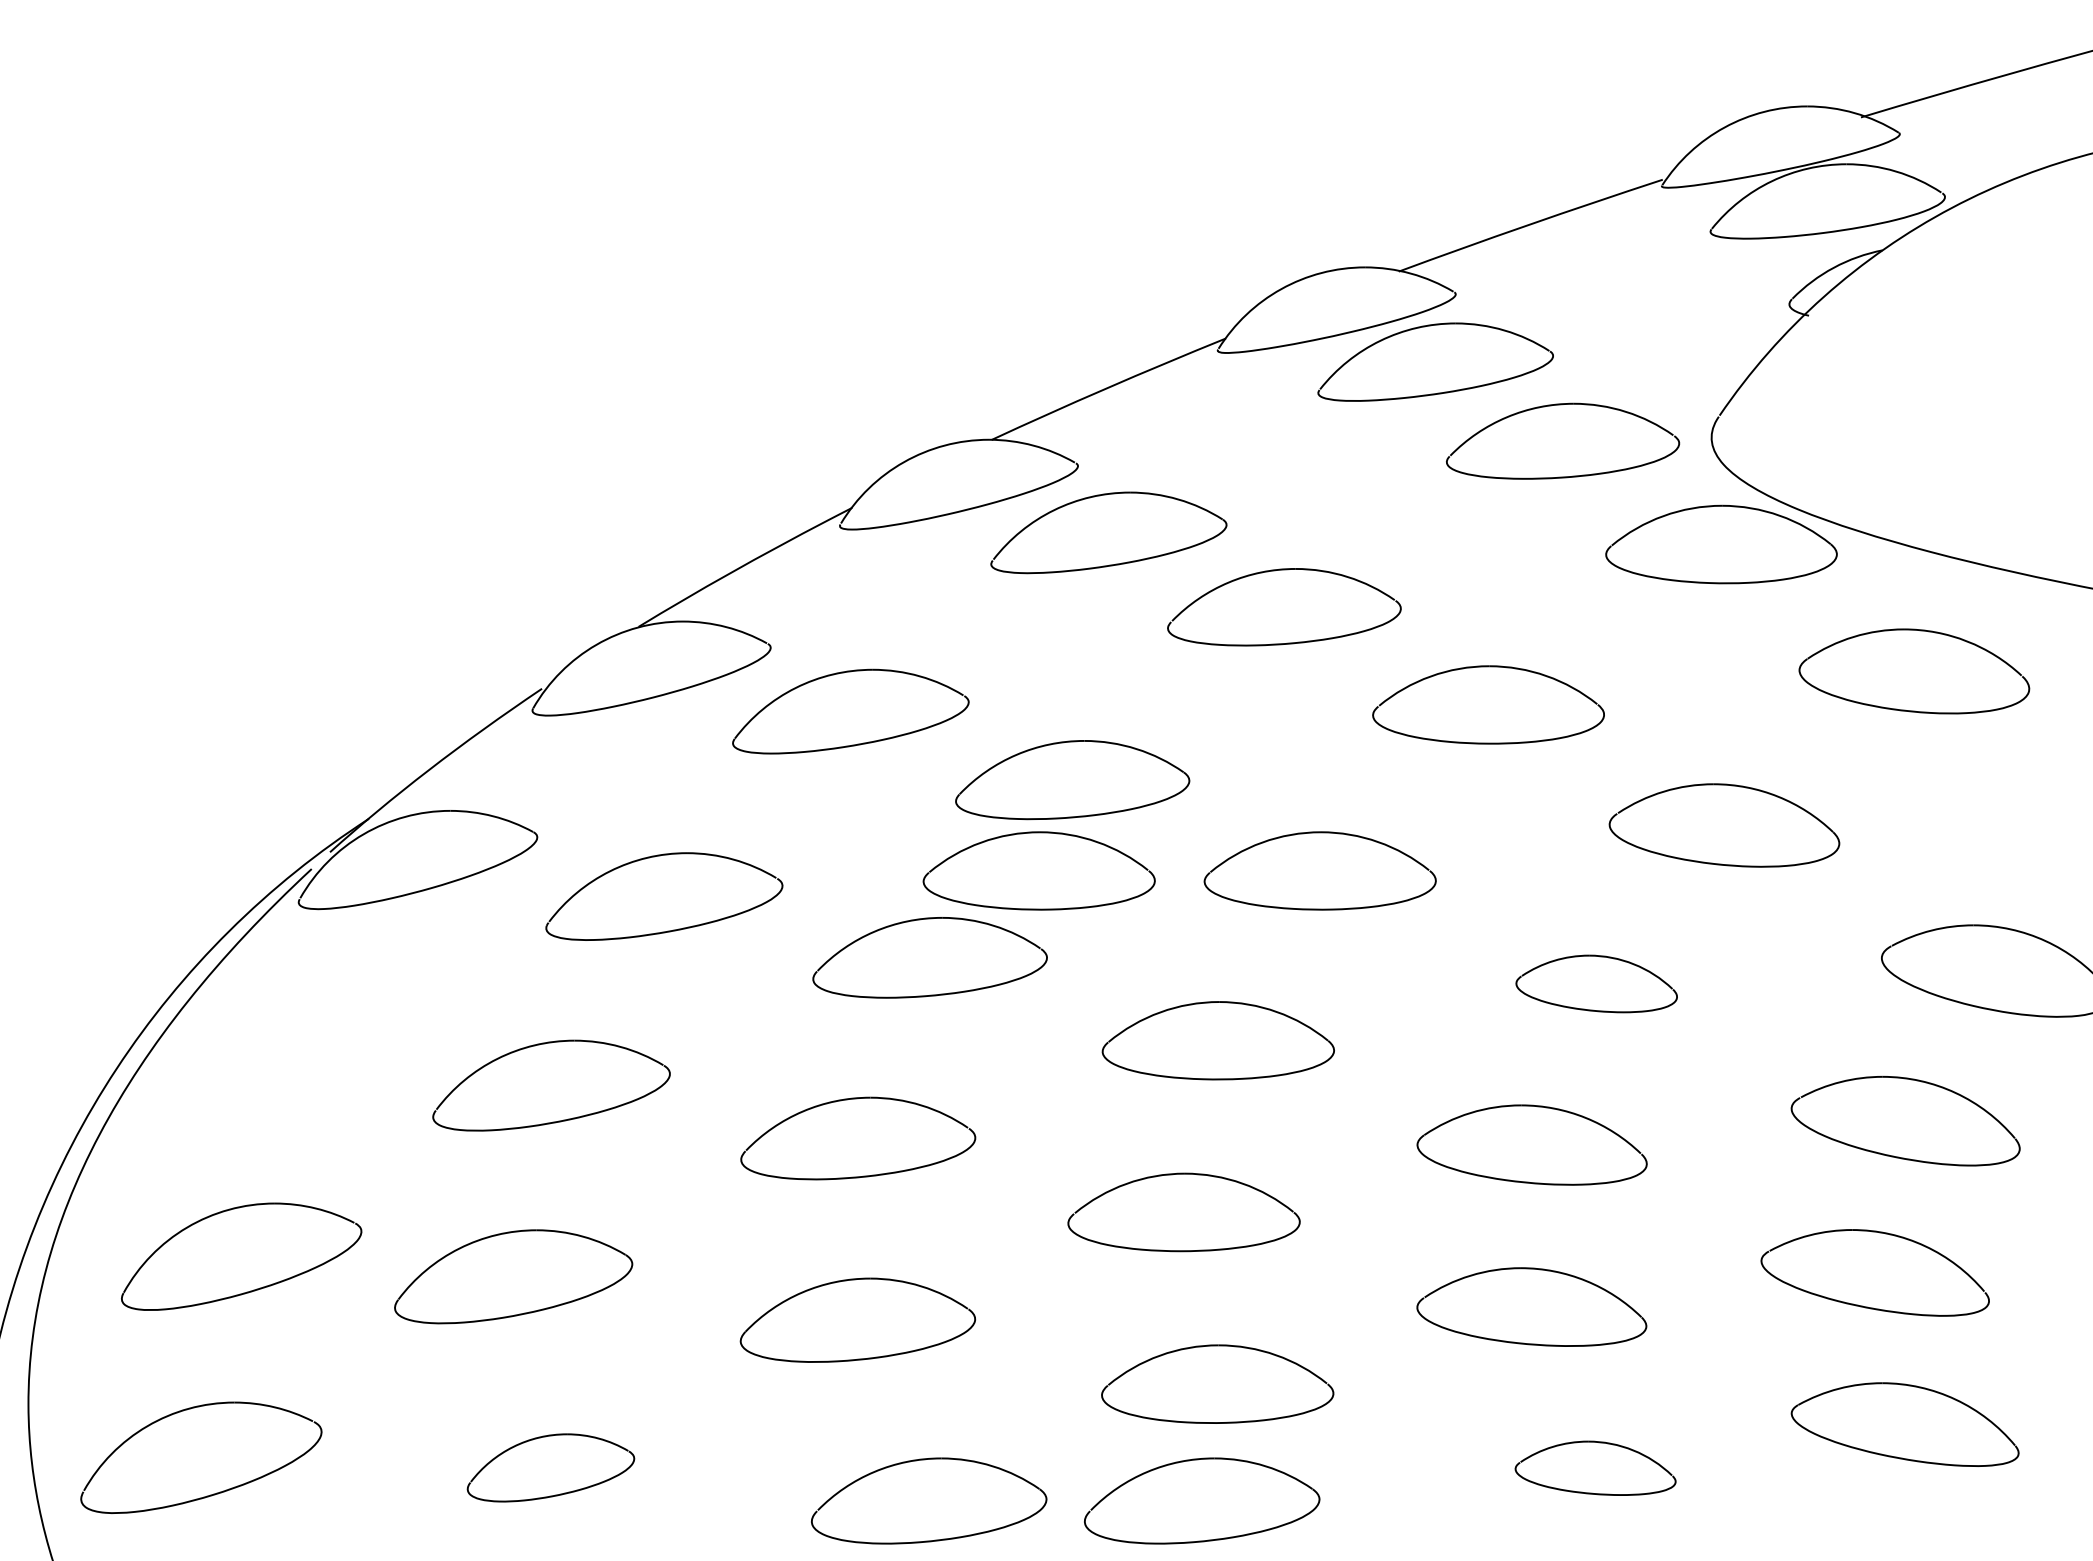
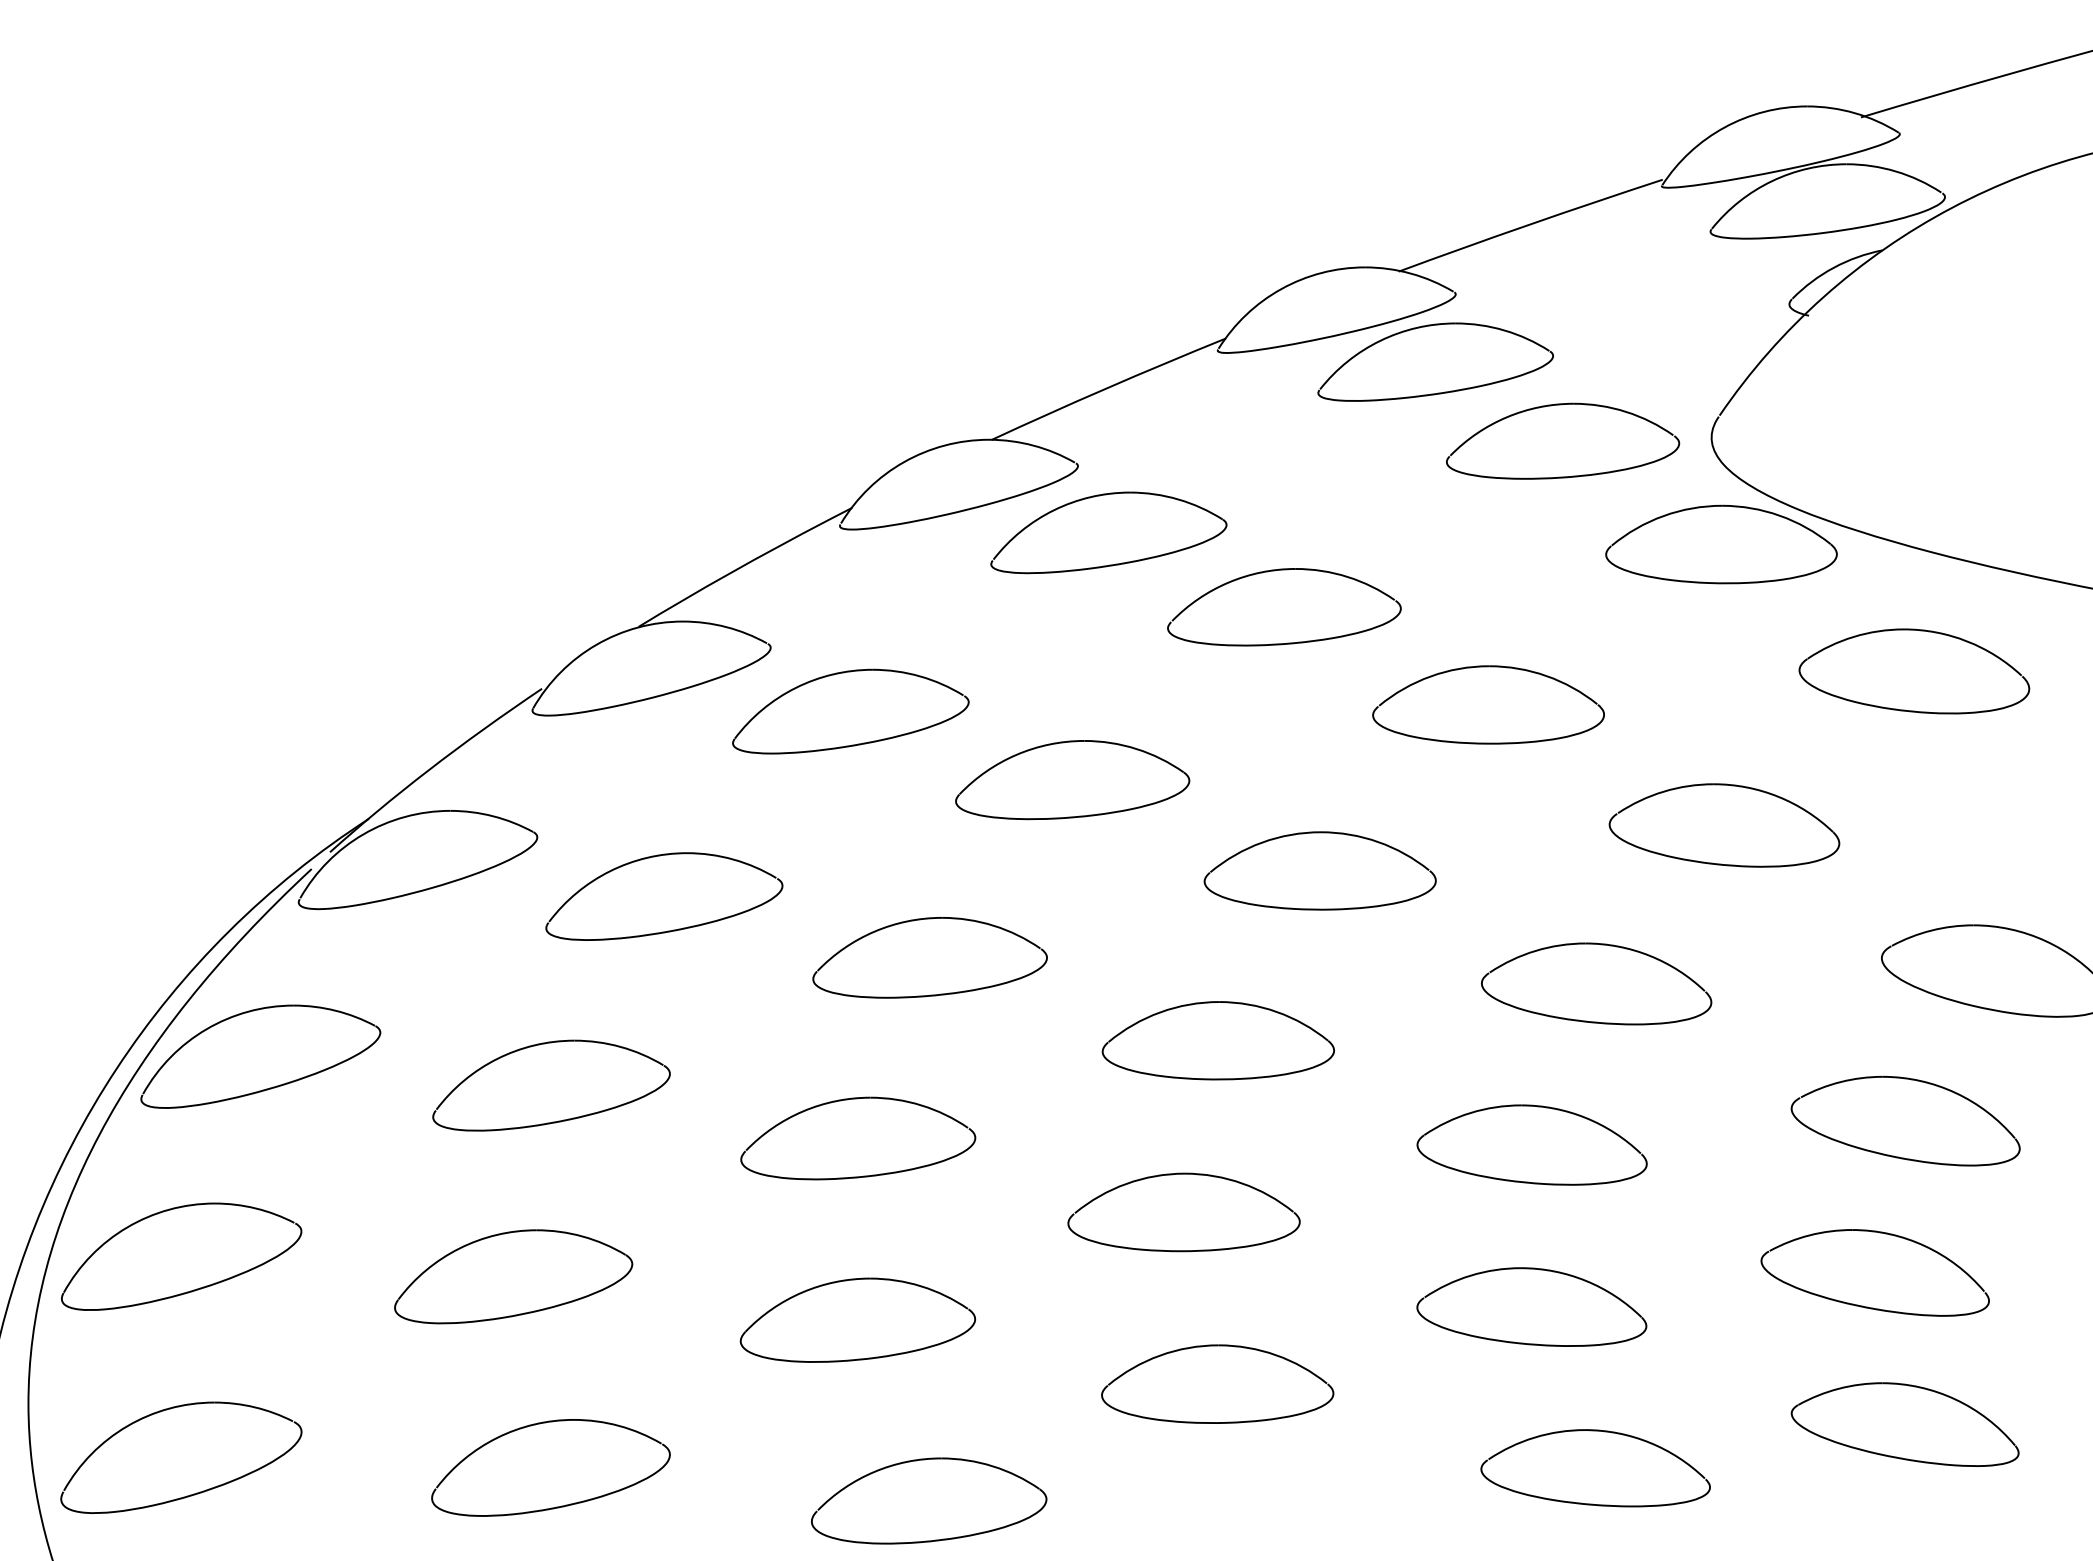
part at (1038, 870): present -> none
part at (1596, 983) size: 163x60 px -> 232x84 px
part at (260, 1056): none -> present
part at (241, 1256) position: (241, 1256) -> (181, 1256)
part at (201, 1457) position: (201, 1457) -> (181, 1457)
part at (550, 1467) size: 170x70 px -> 240x98 px
part at (1595, 1467) size: 163x56 px -> 231x79 px
part at (1202, 1500): present -> none
